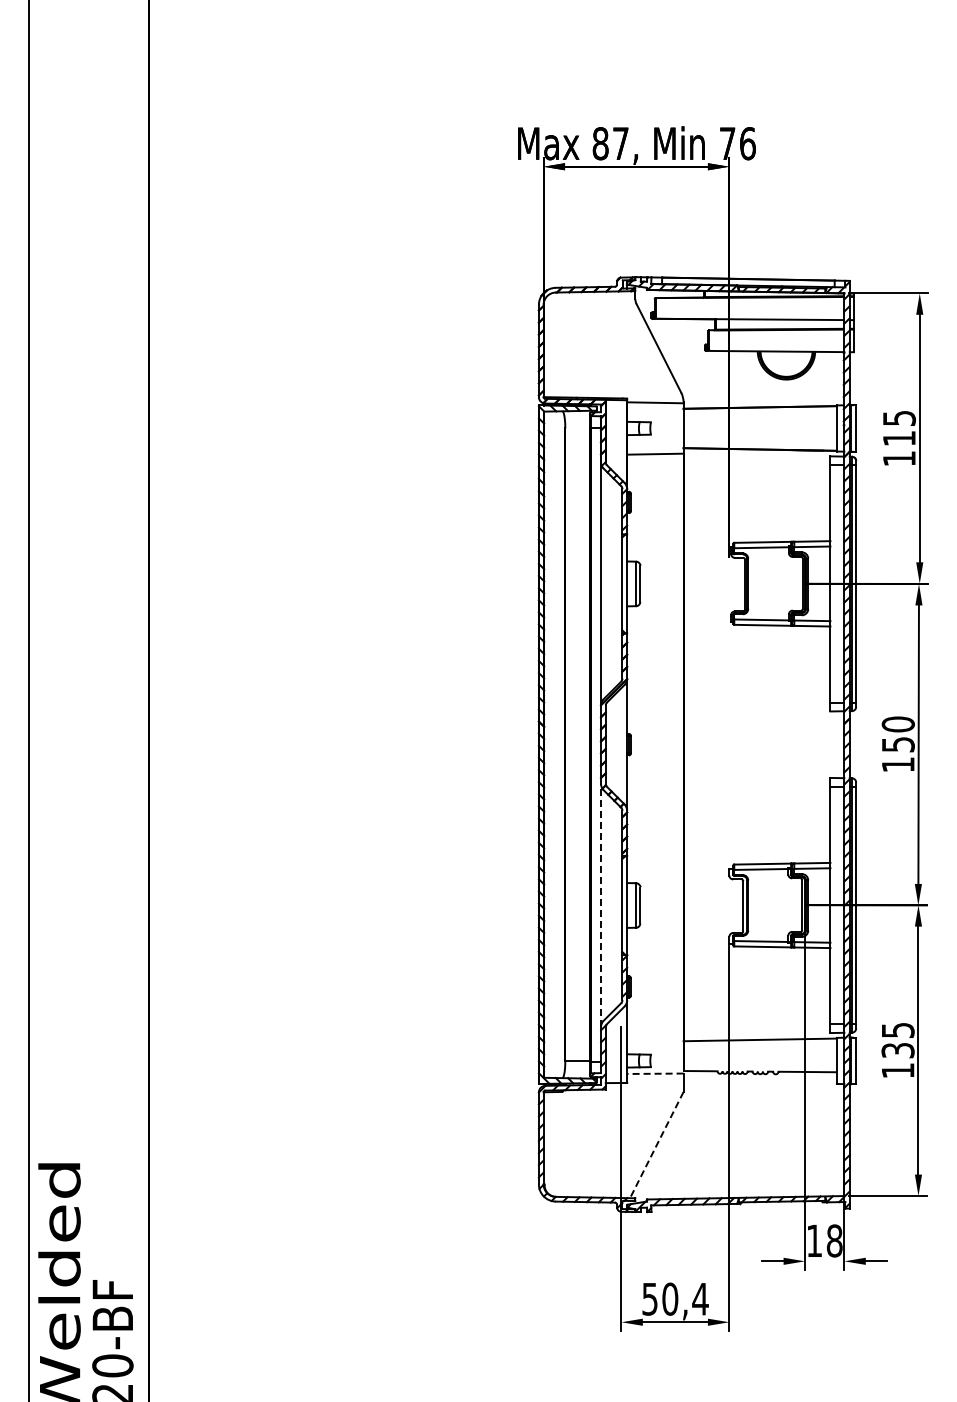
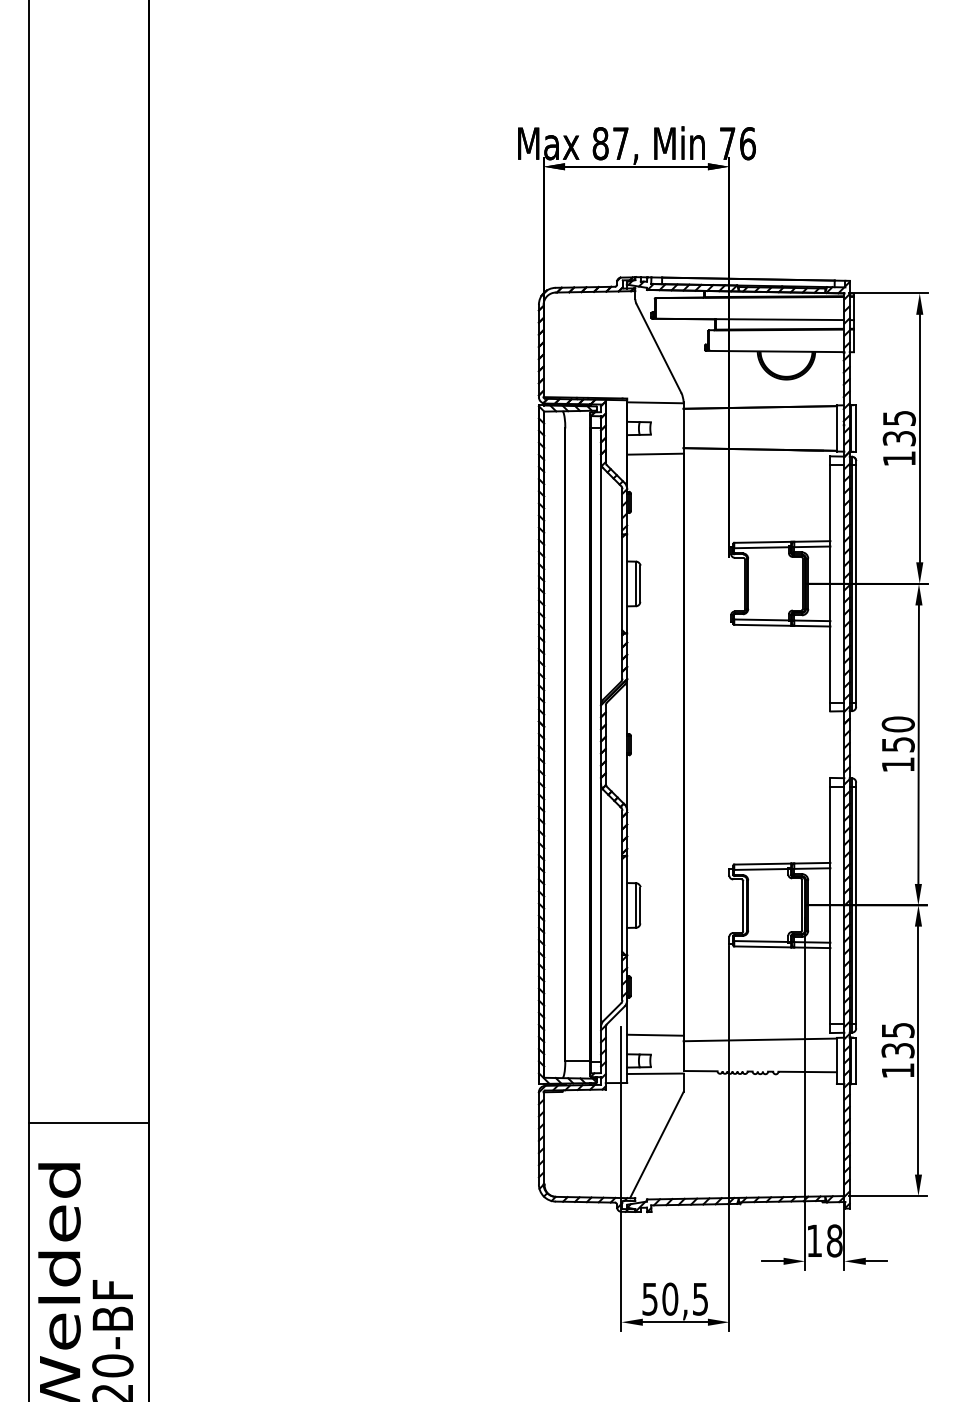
text at (898, 438): 115 -> 135
line at (601, 905): dashed -> solid
line at (655, 1034): none -> present
line at (654, 1073): dashed -> solid
line at (88, 1122): none -> present
line at (656, 1145): dashed -> solid
text at (700, 1299): 50,4 -> 50,5
